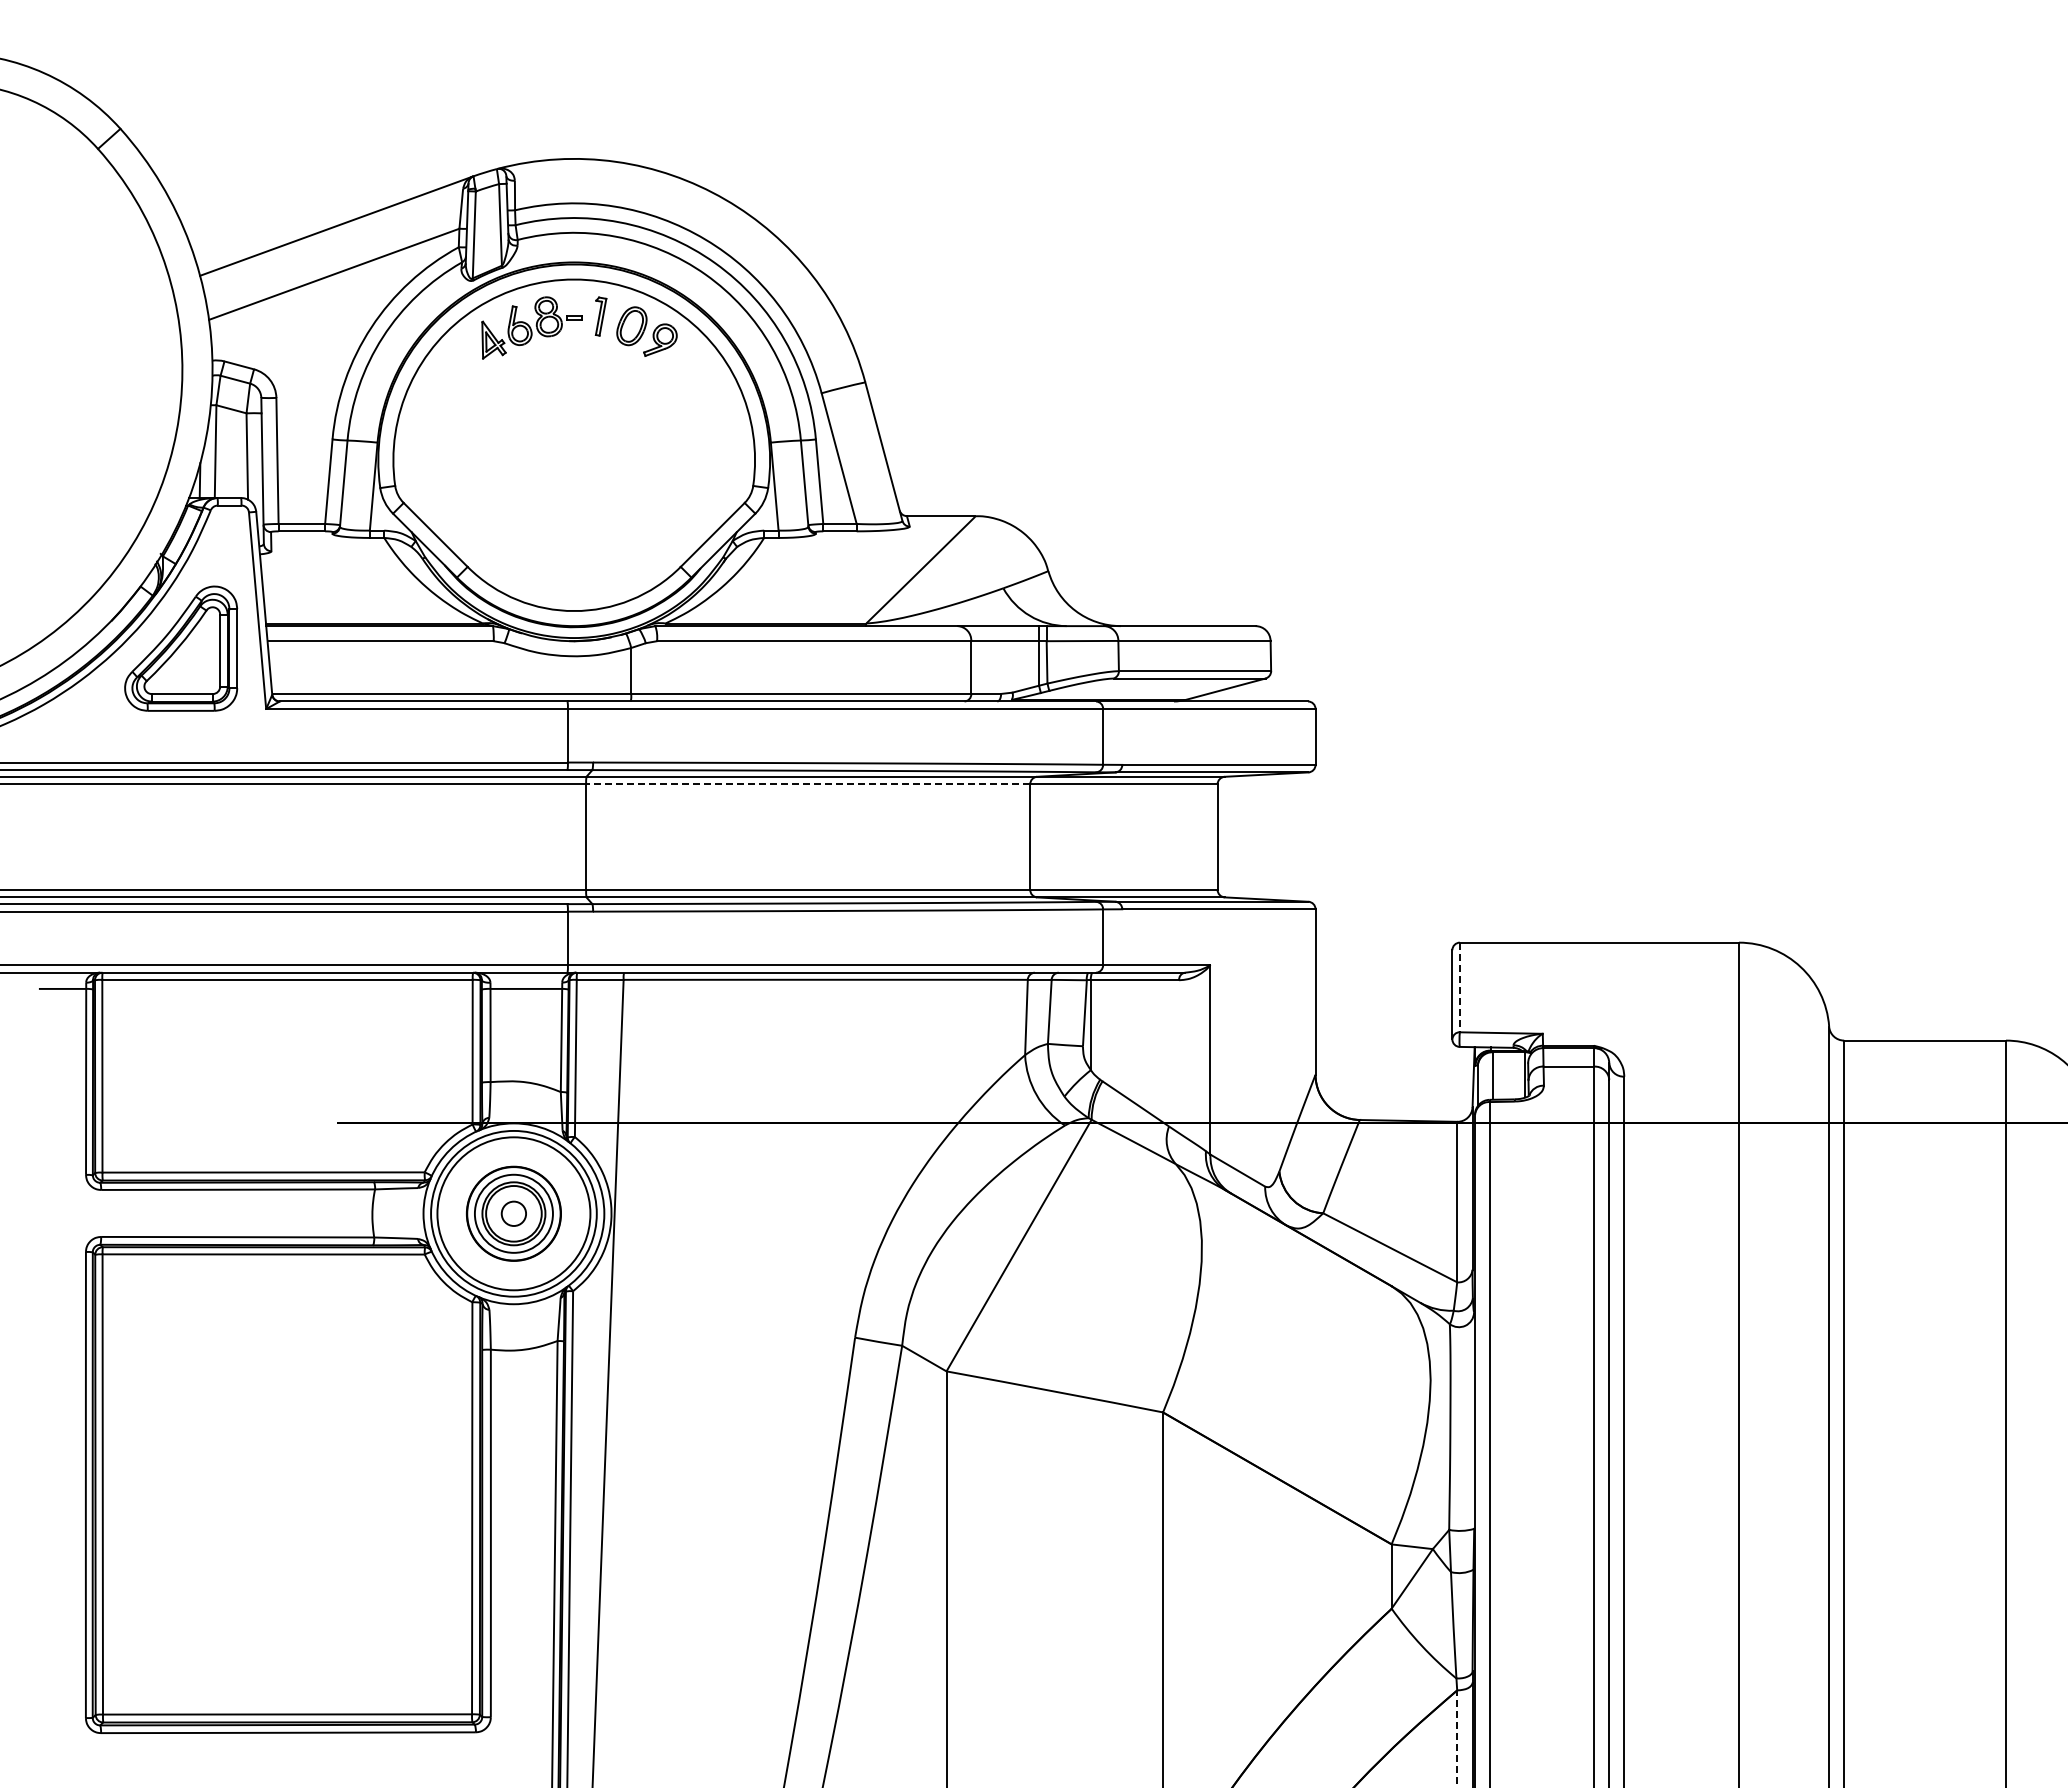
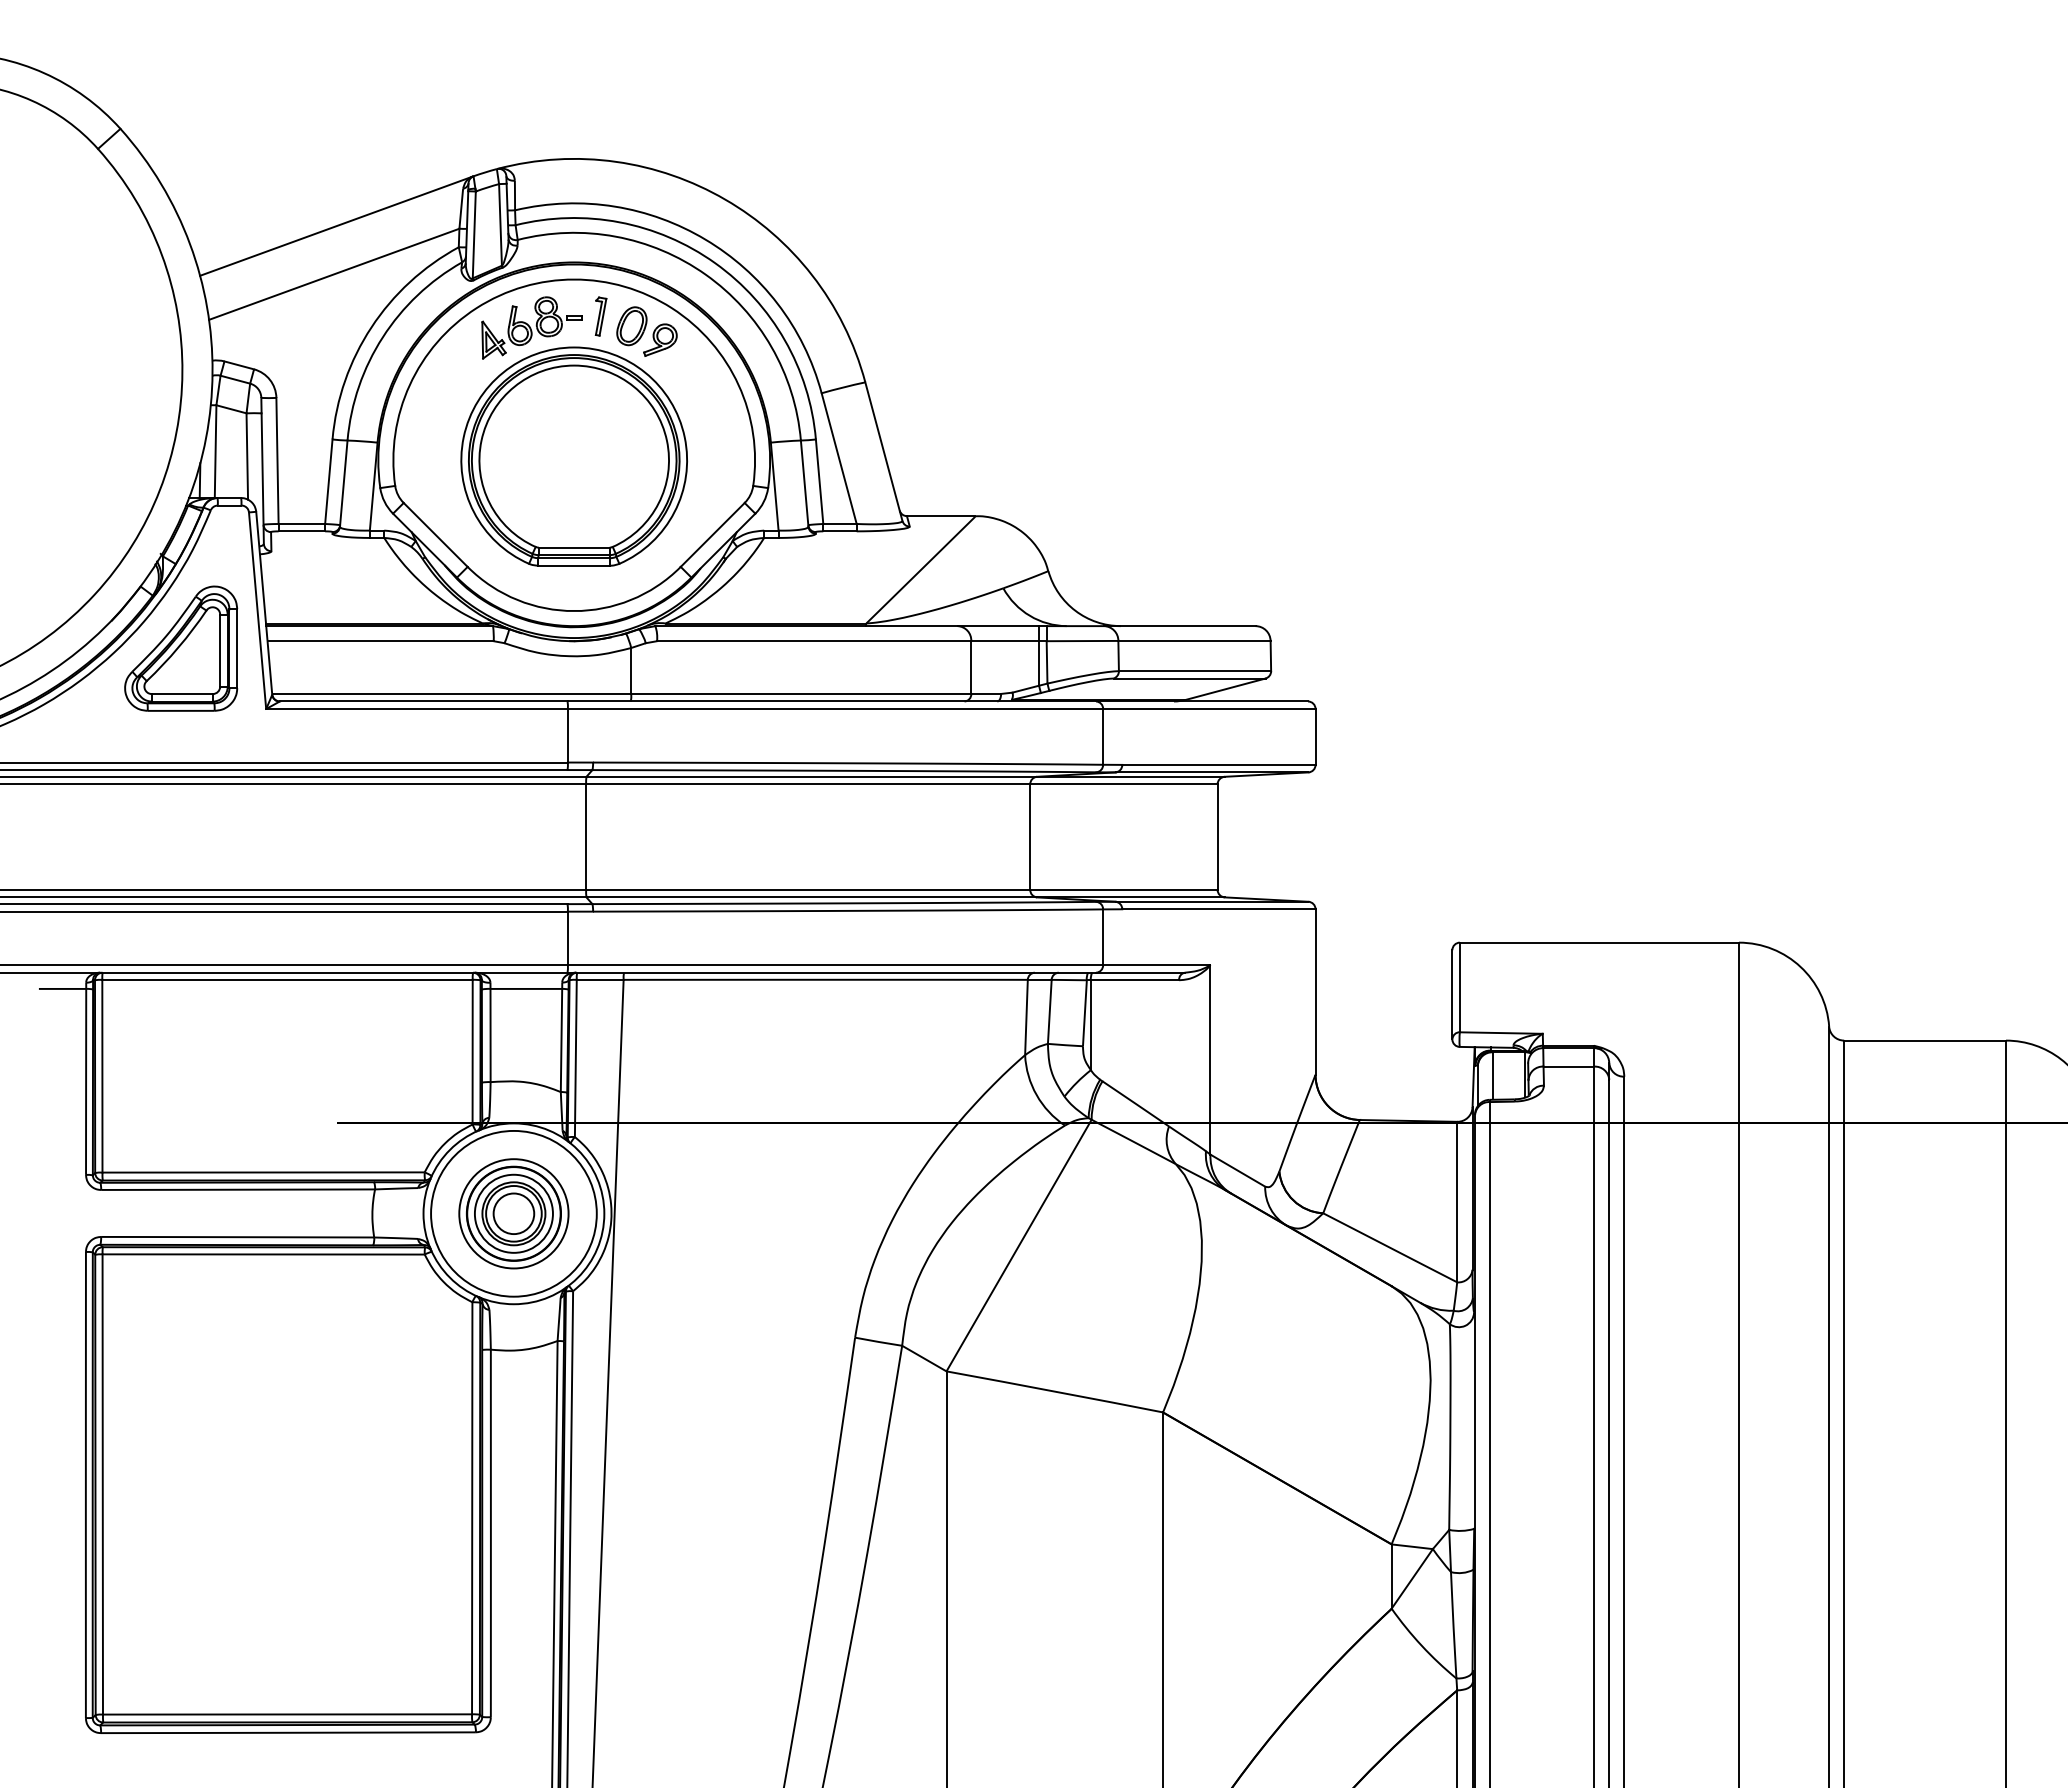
part at (573, 456): none -> present
line at (807, 784): dashed -> solid
line at (1459, 987): dashed -> solid
circle at (513, 1213) diameter: 153 px -> 109 px
circle at (513, 1213) diameter: 24 px -> 41 px
line at (1457, 1738): dashed -> solid
